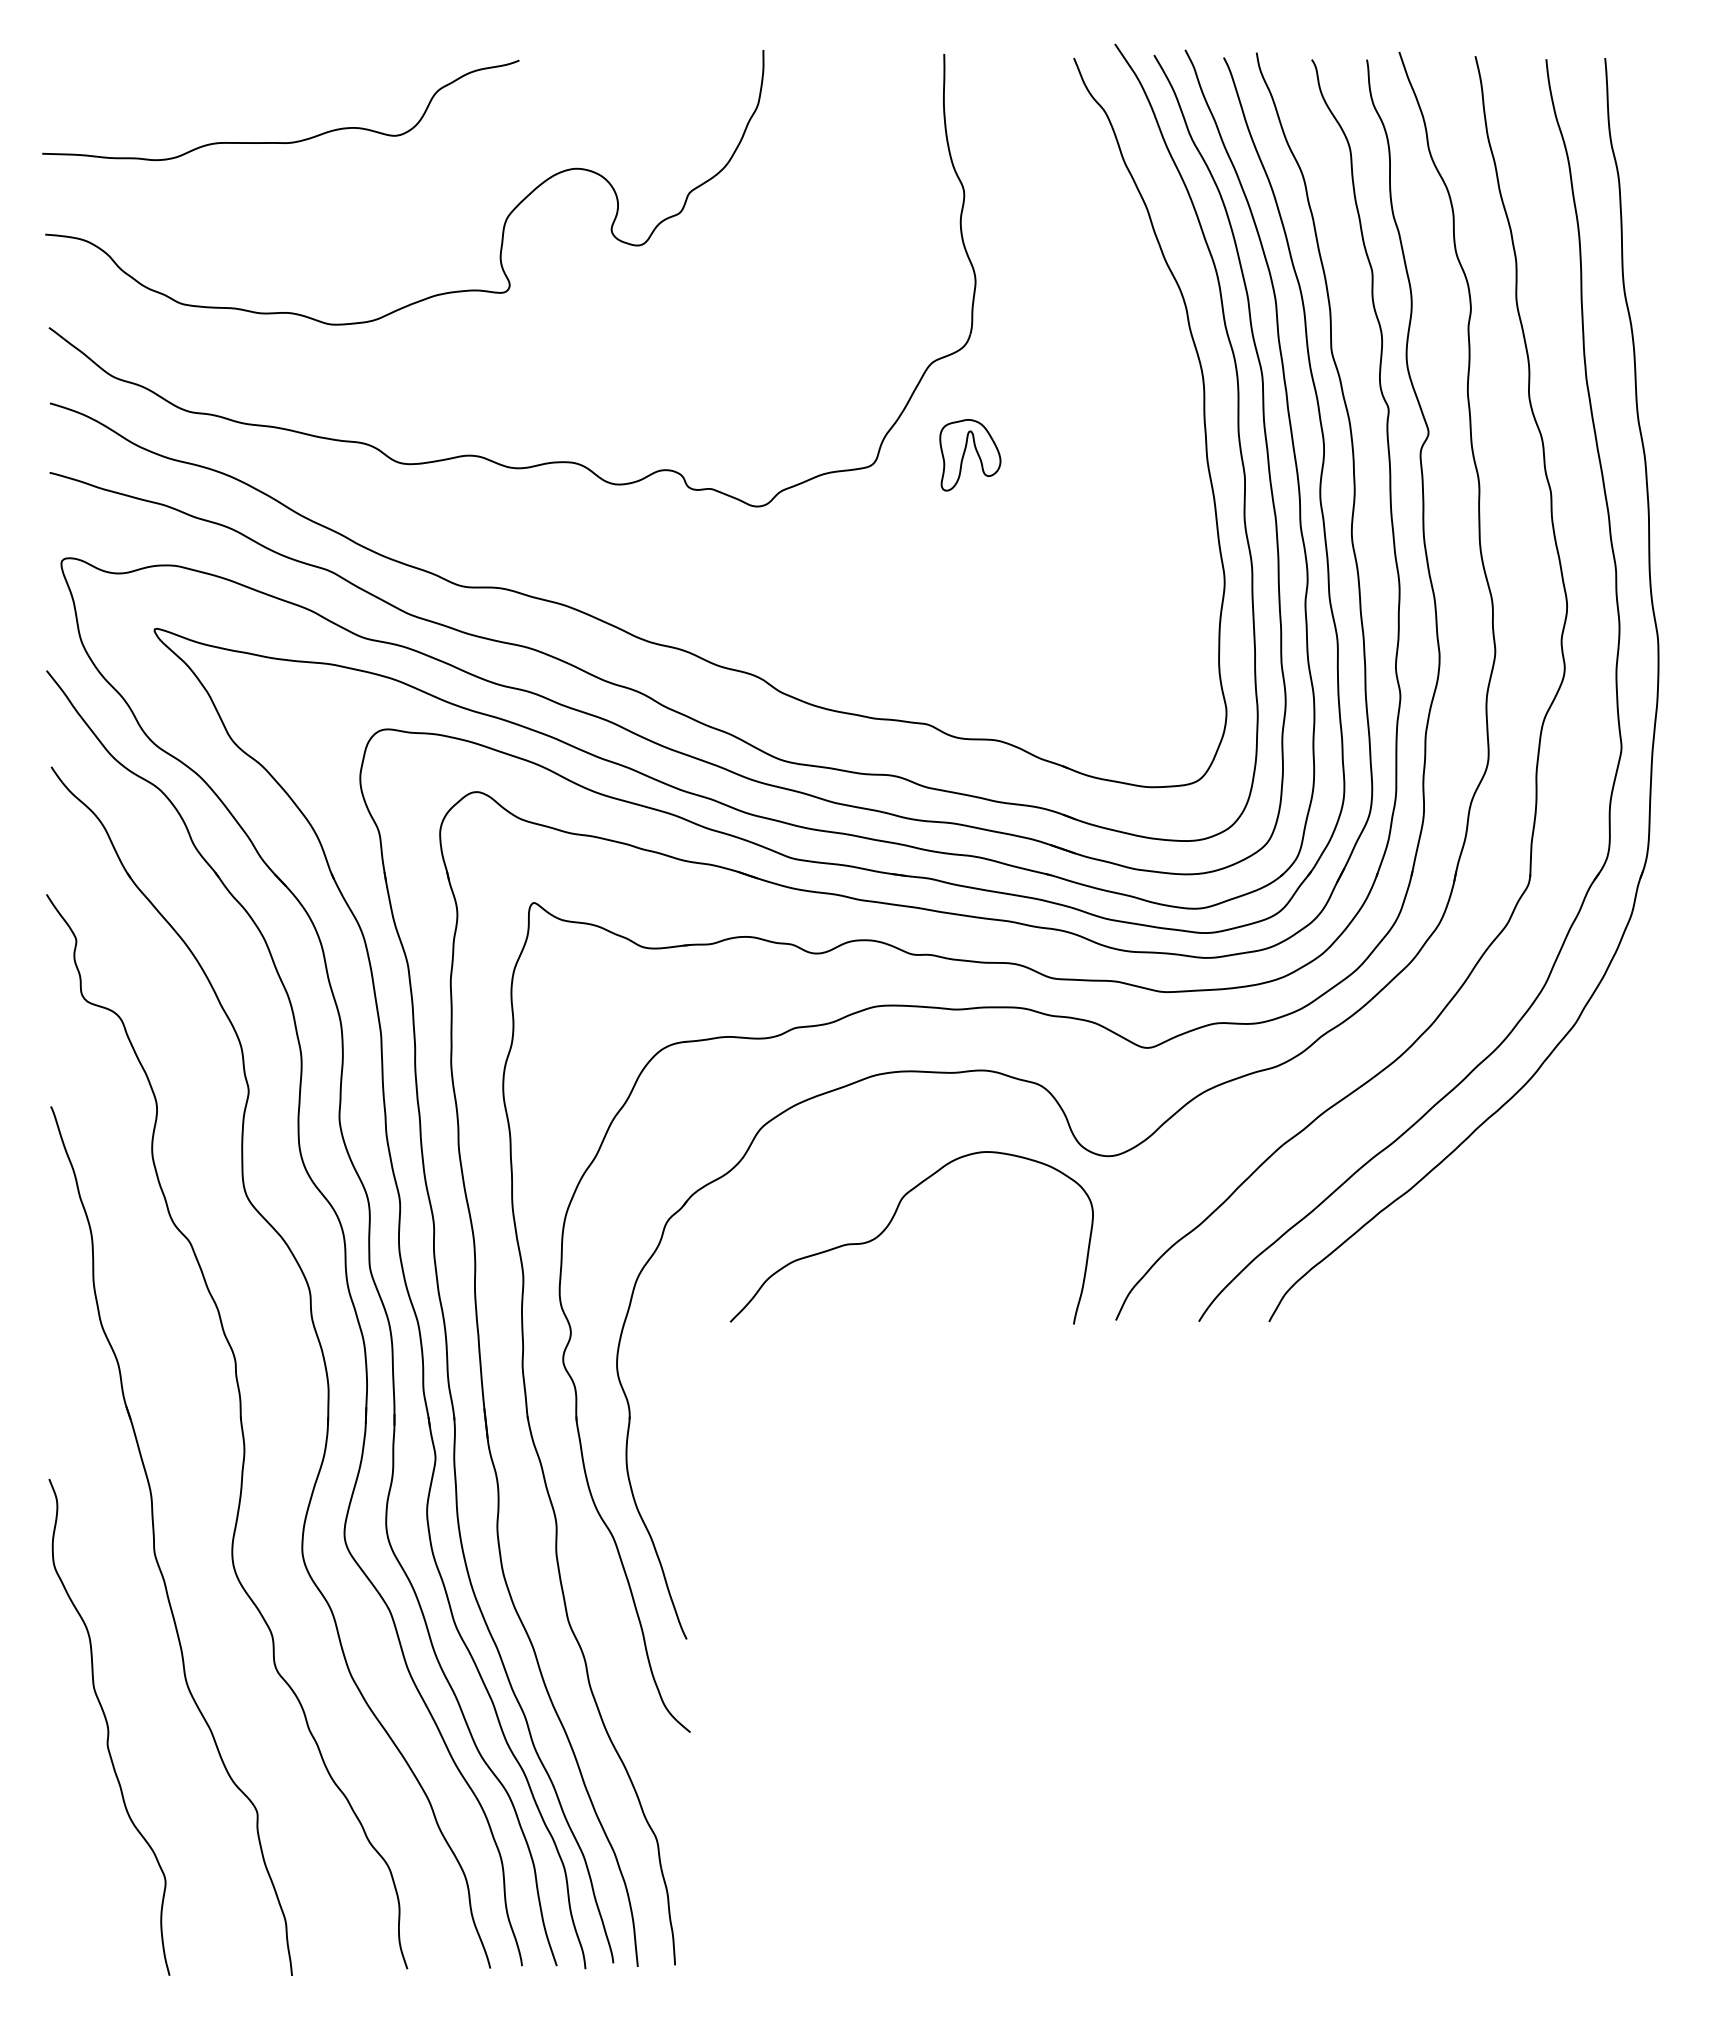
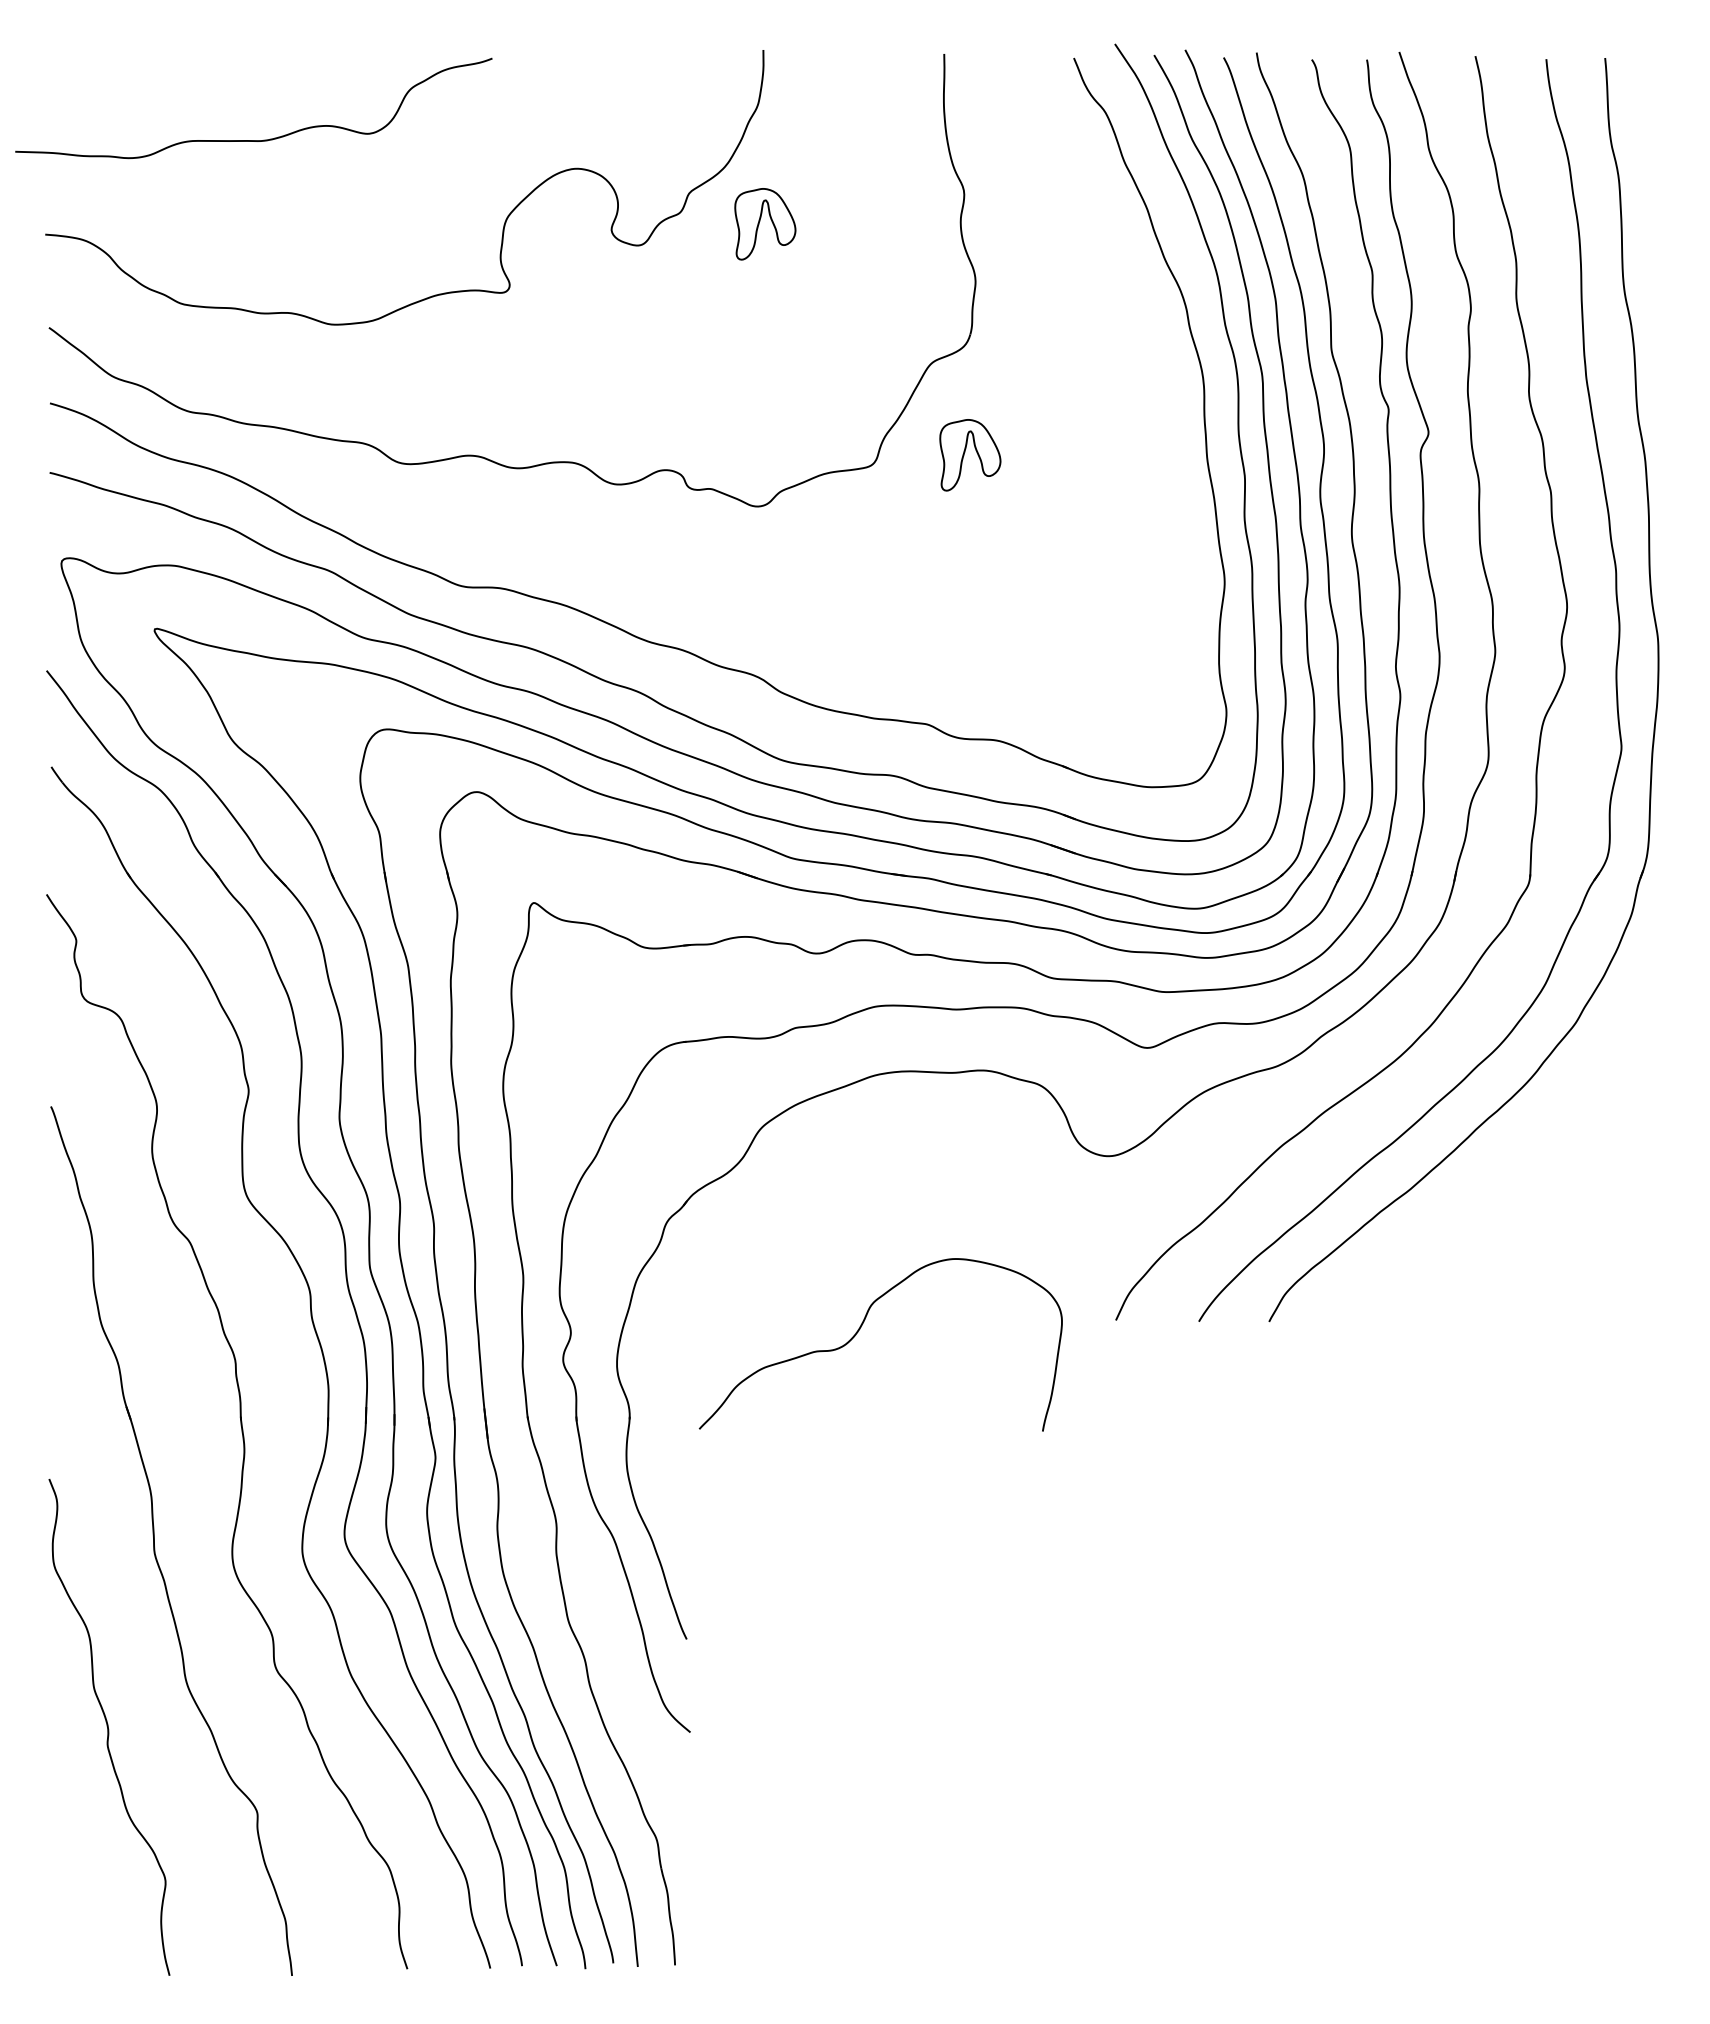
curve at (280, 142) position: (280, 142) -> (253, 140)
part at (765, 224): none -> present
curve at (891, 1222) position: (891, 1222) -> (860, 1329)
